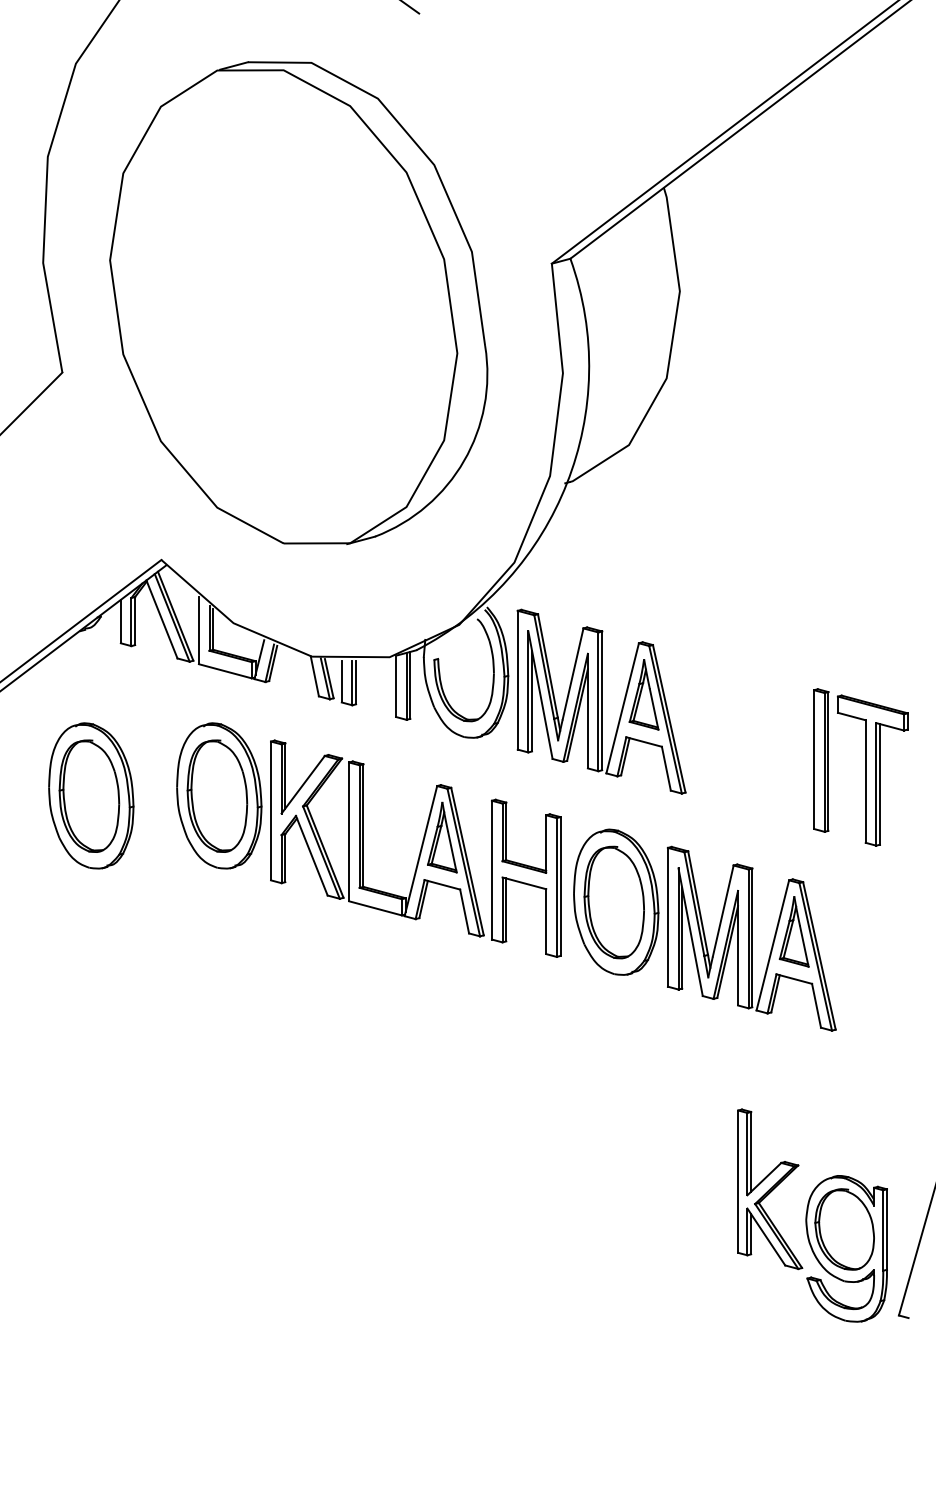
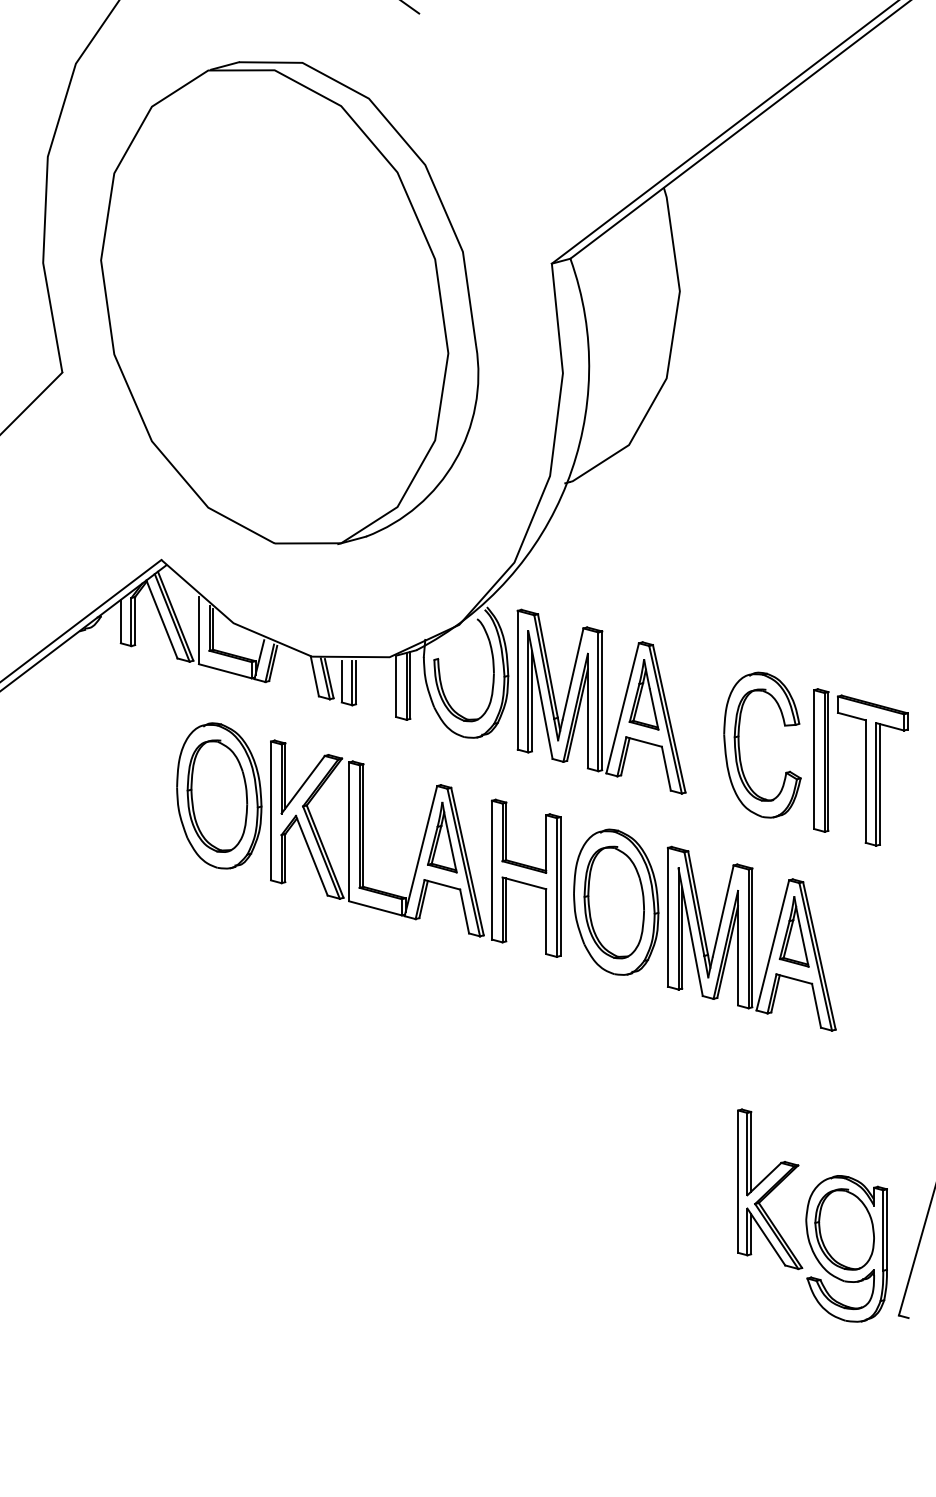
part at (298, 302) position: (298, 302) -> (289, 302)
part at (740, 750): none -> present
part at (91, 795): present -> none
